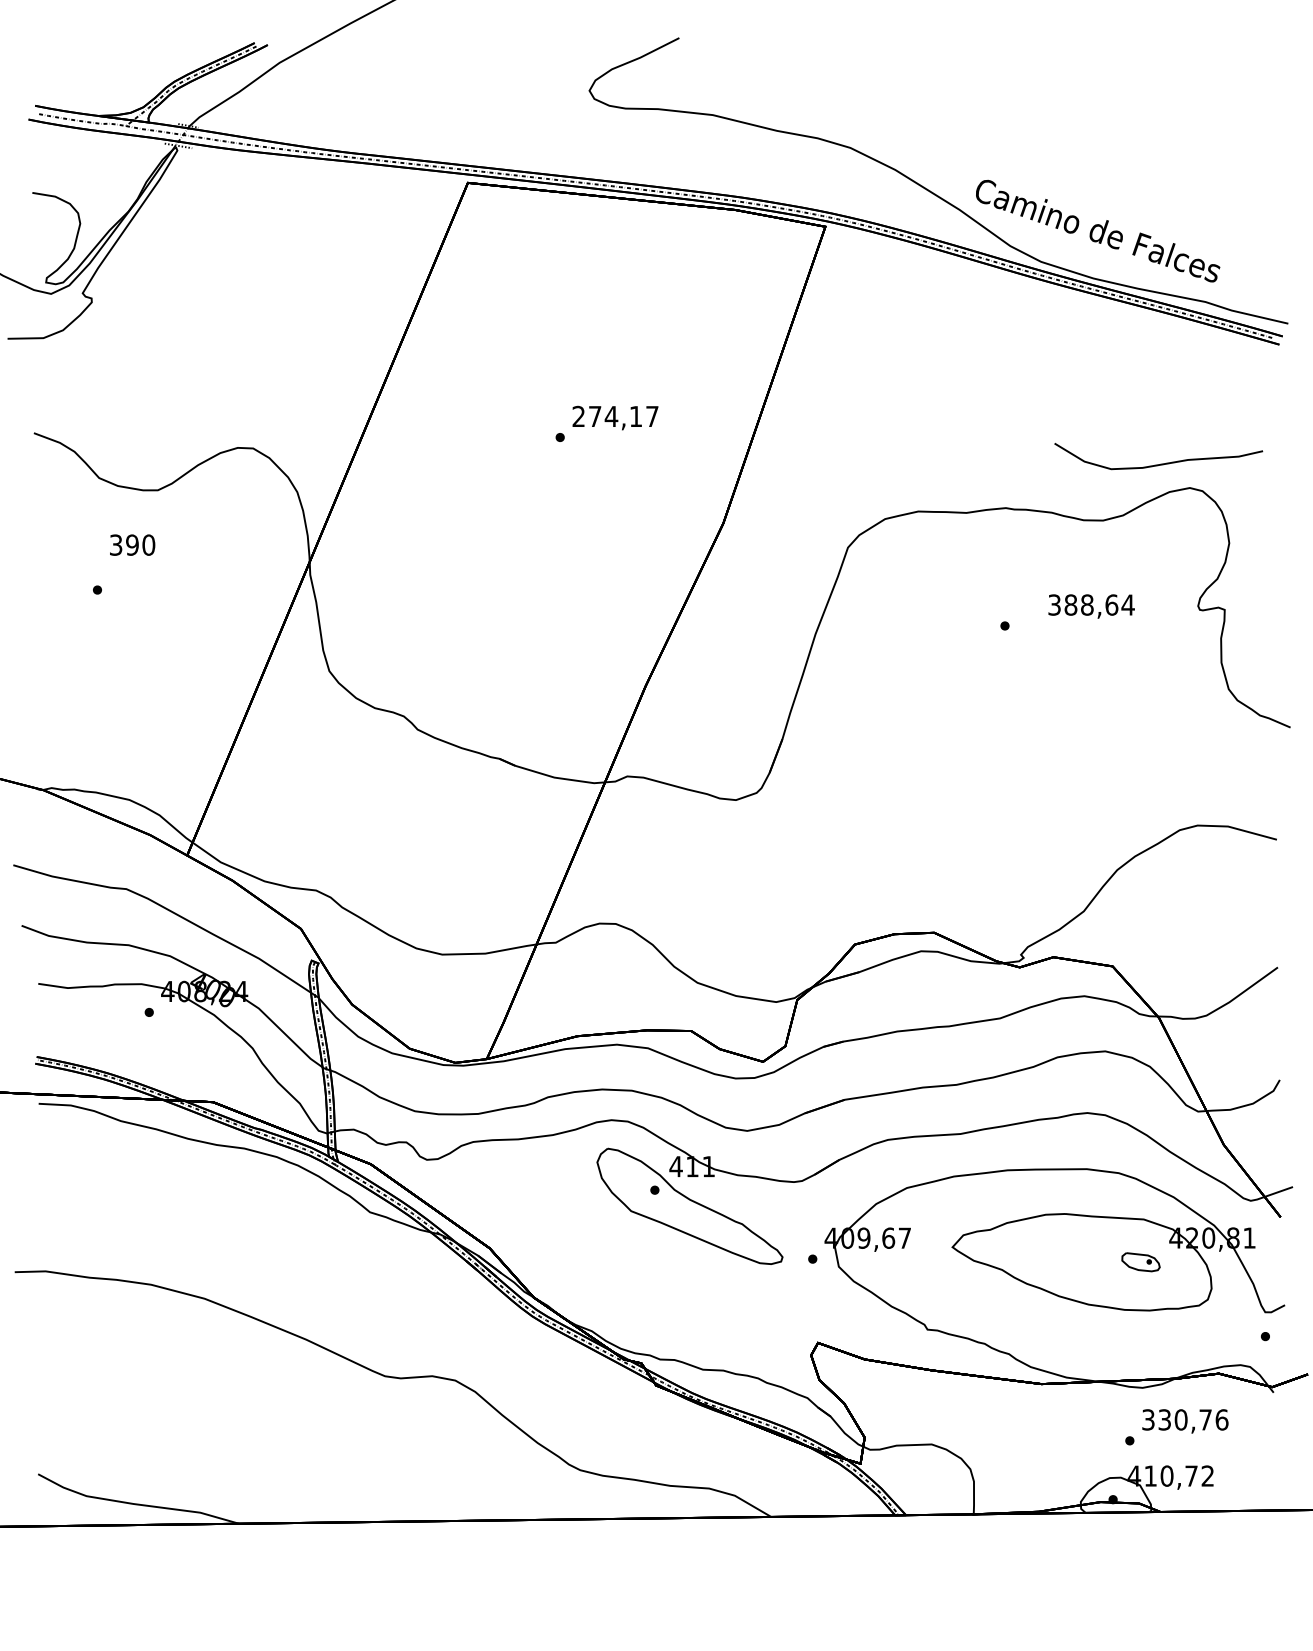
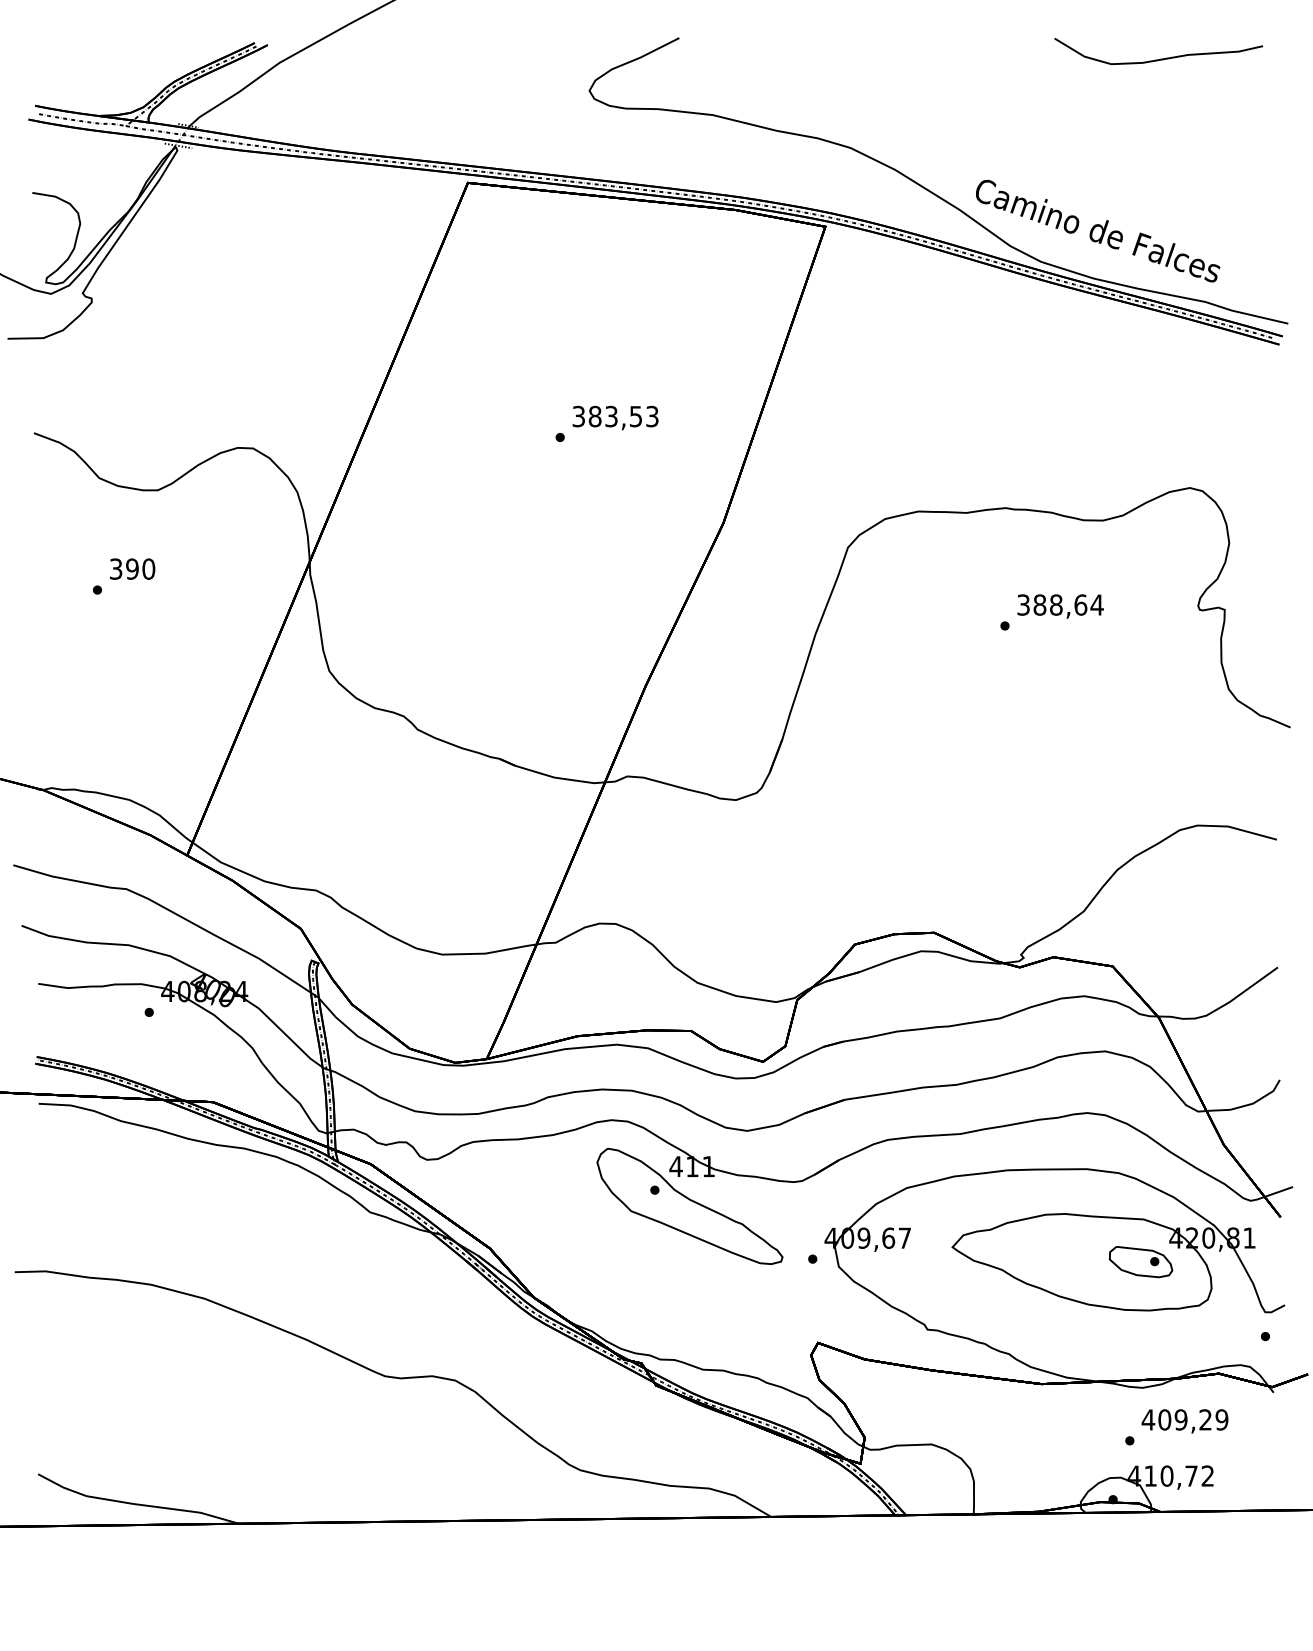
text at (615, 416): 274,17 -> 383,53
curve at (1160, 463) position: (1160, 463) -> (1160, 58)
text at (132, 544) position: (132, 544) -> (132, 568)
text at (1091, 606) position: (1091, 606) -> (1060, 606)
part at (1140, 1262) size: 40x21 px -> 66x33 px
text at (1184, 1419): 330,76 -> 409,29
